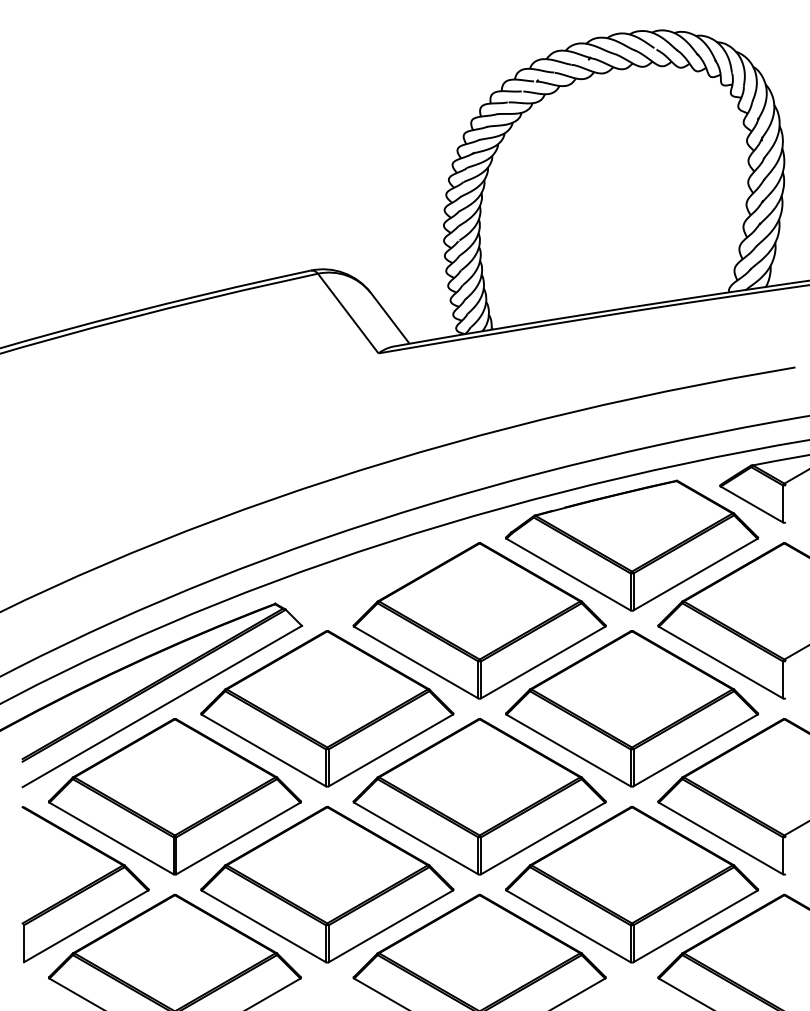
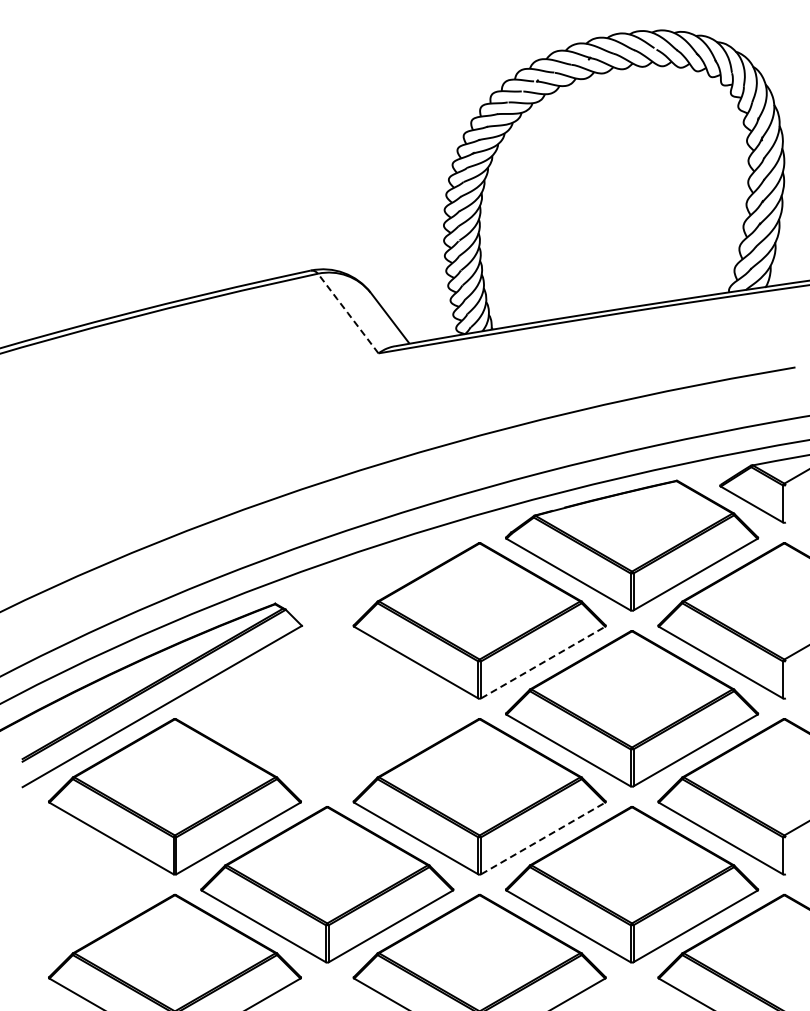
line at (347, 313): solid -> dashed
line at (543, 662): solid -> dashed
part at (327, 708): present -> none
line at (543, 838): solid -> dashed
part at (85, 884): present -> none
